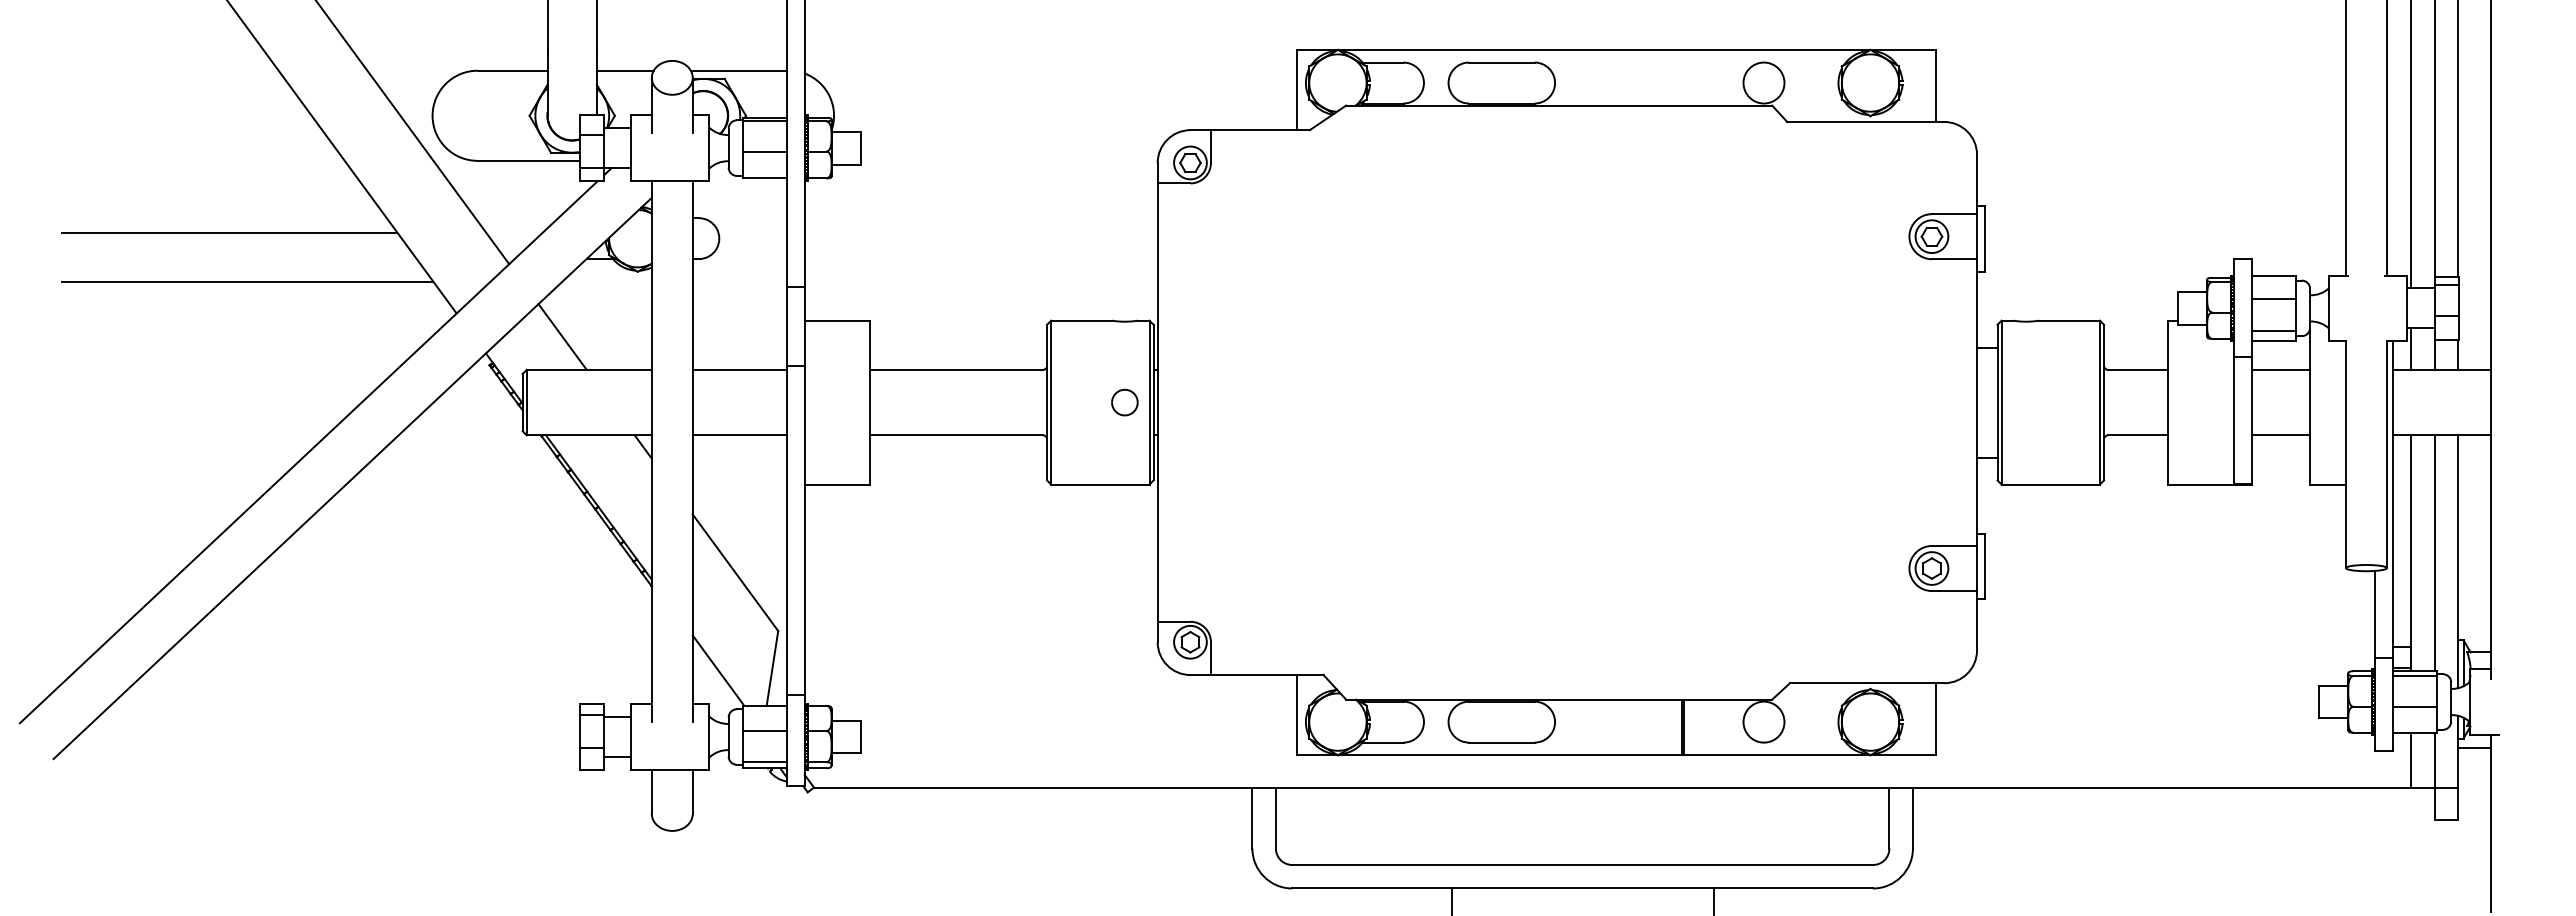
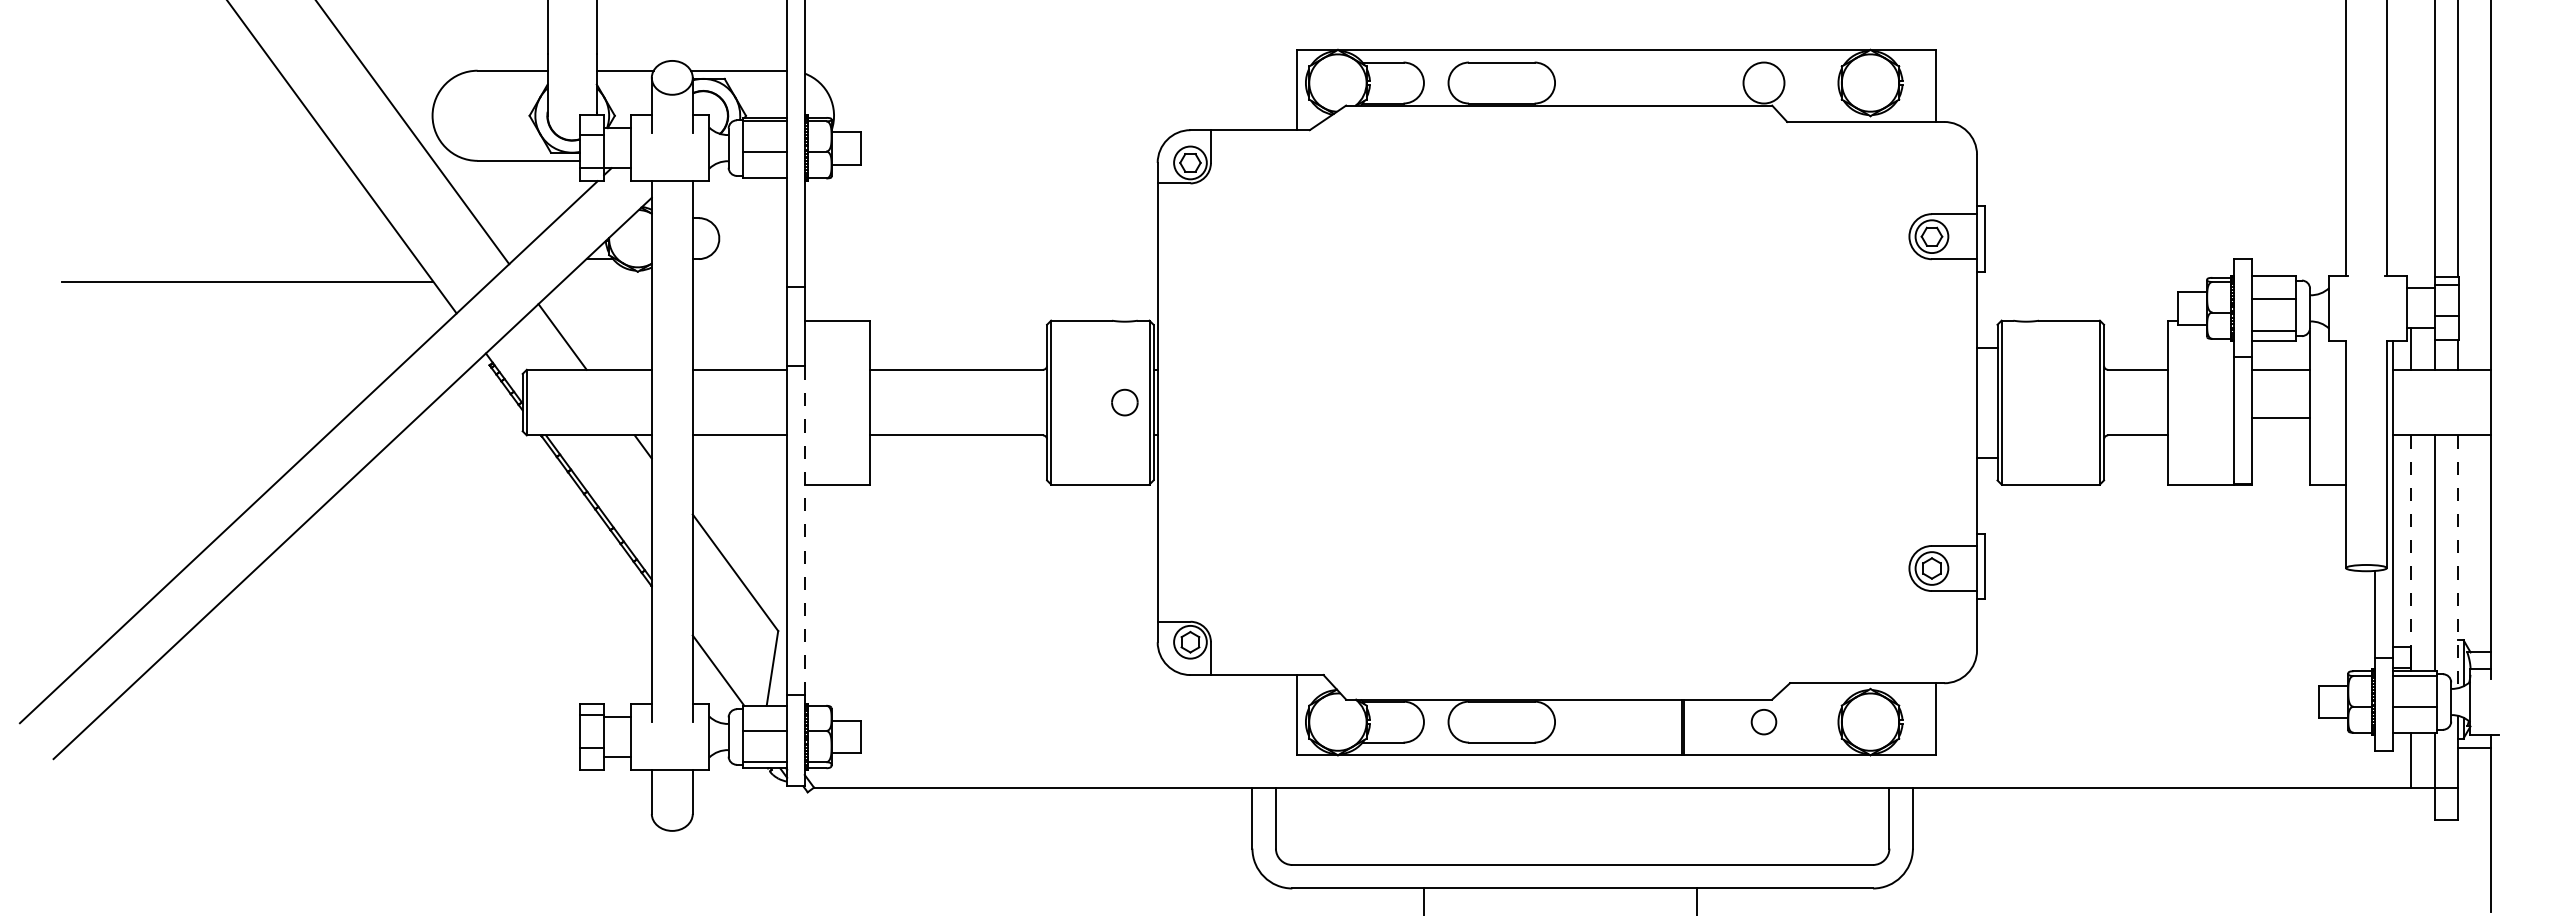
line at (2411, 145): present -> none
line at (229, 232): present -> none
line at (2280, 435) position: (2280, 435) -> (2280, 418)
line at (804, 529): solid -> dashed
line at (2411, 553): solid -> dashed
line at (2458, 562): solid -> dashed
circle at (1763, 721) diameter: 41 px -> 25 px
line at (1451, 900) position: (1451, 900) -> (1423, 900)
line at (1713, 900) position: (1713, 900) -> (1696, 900)
